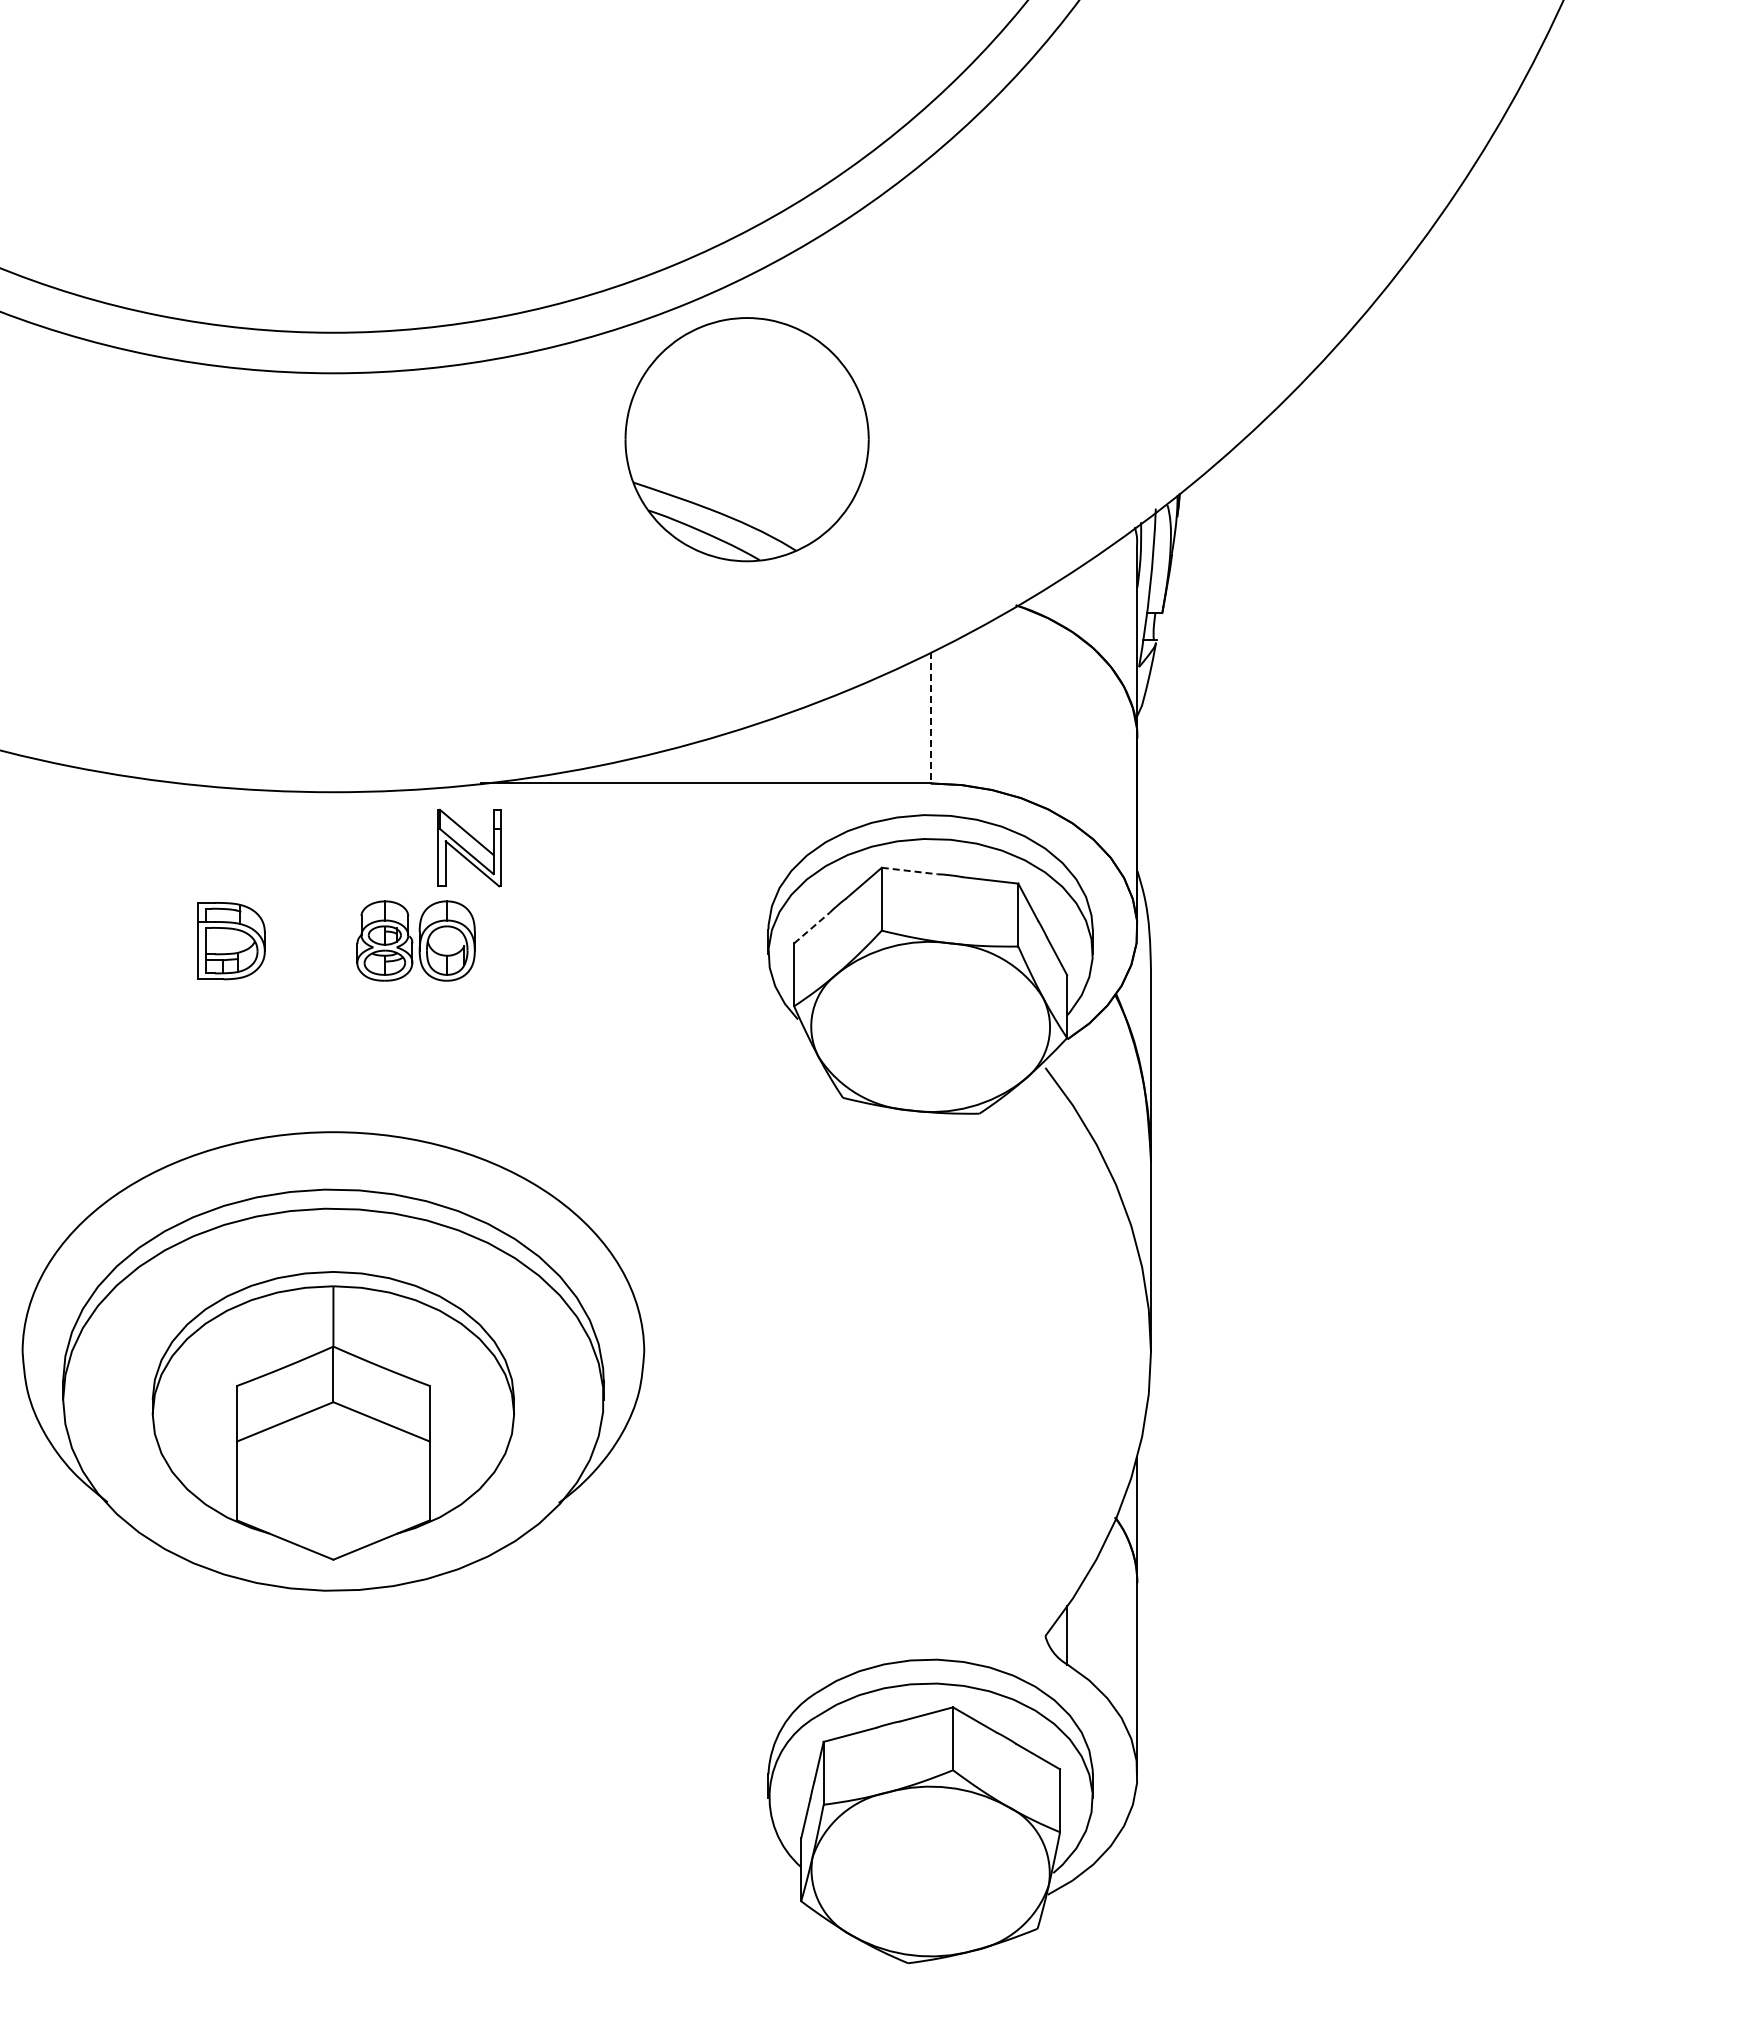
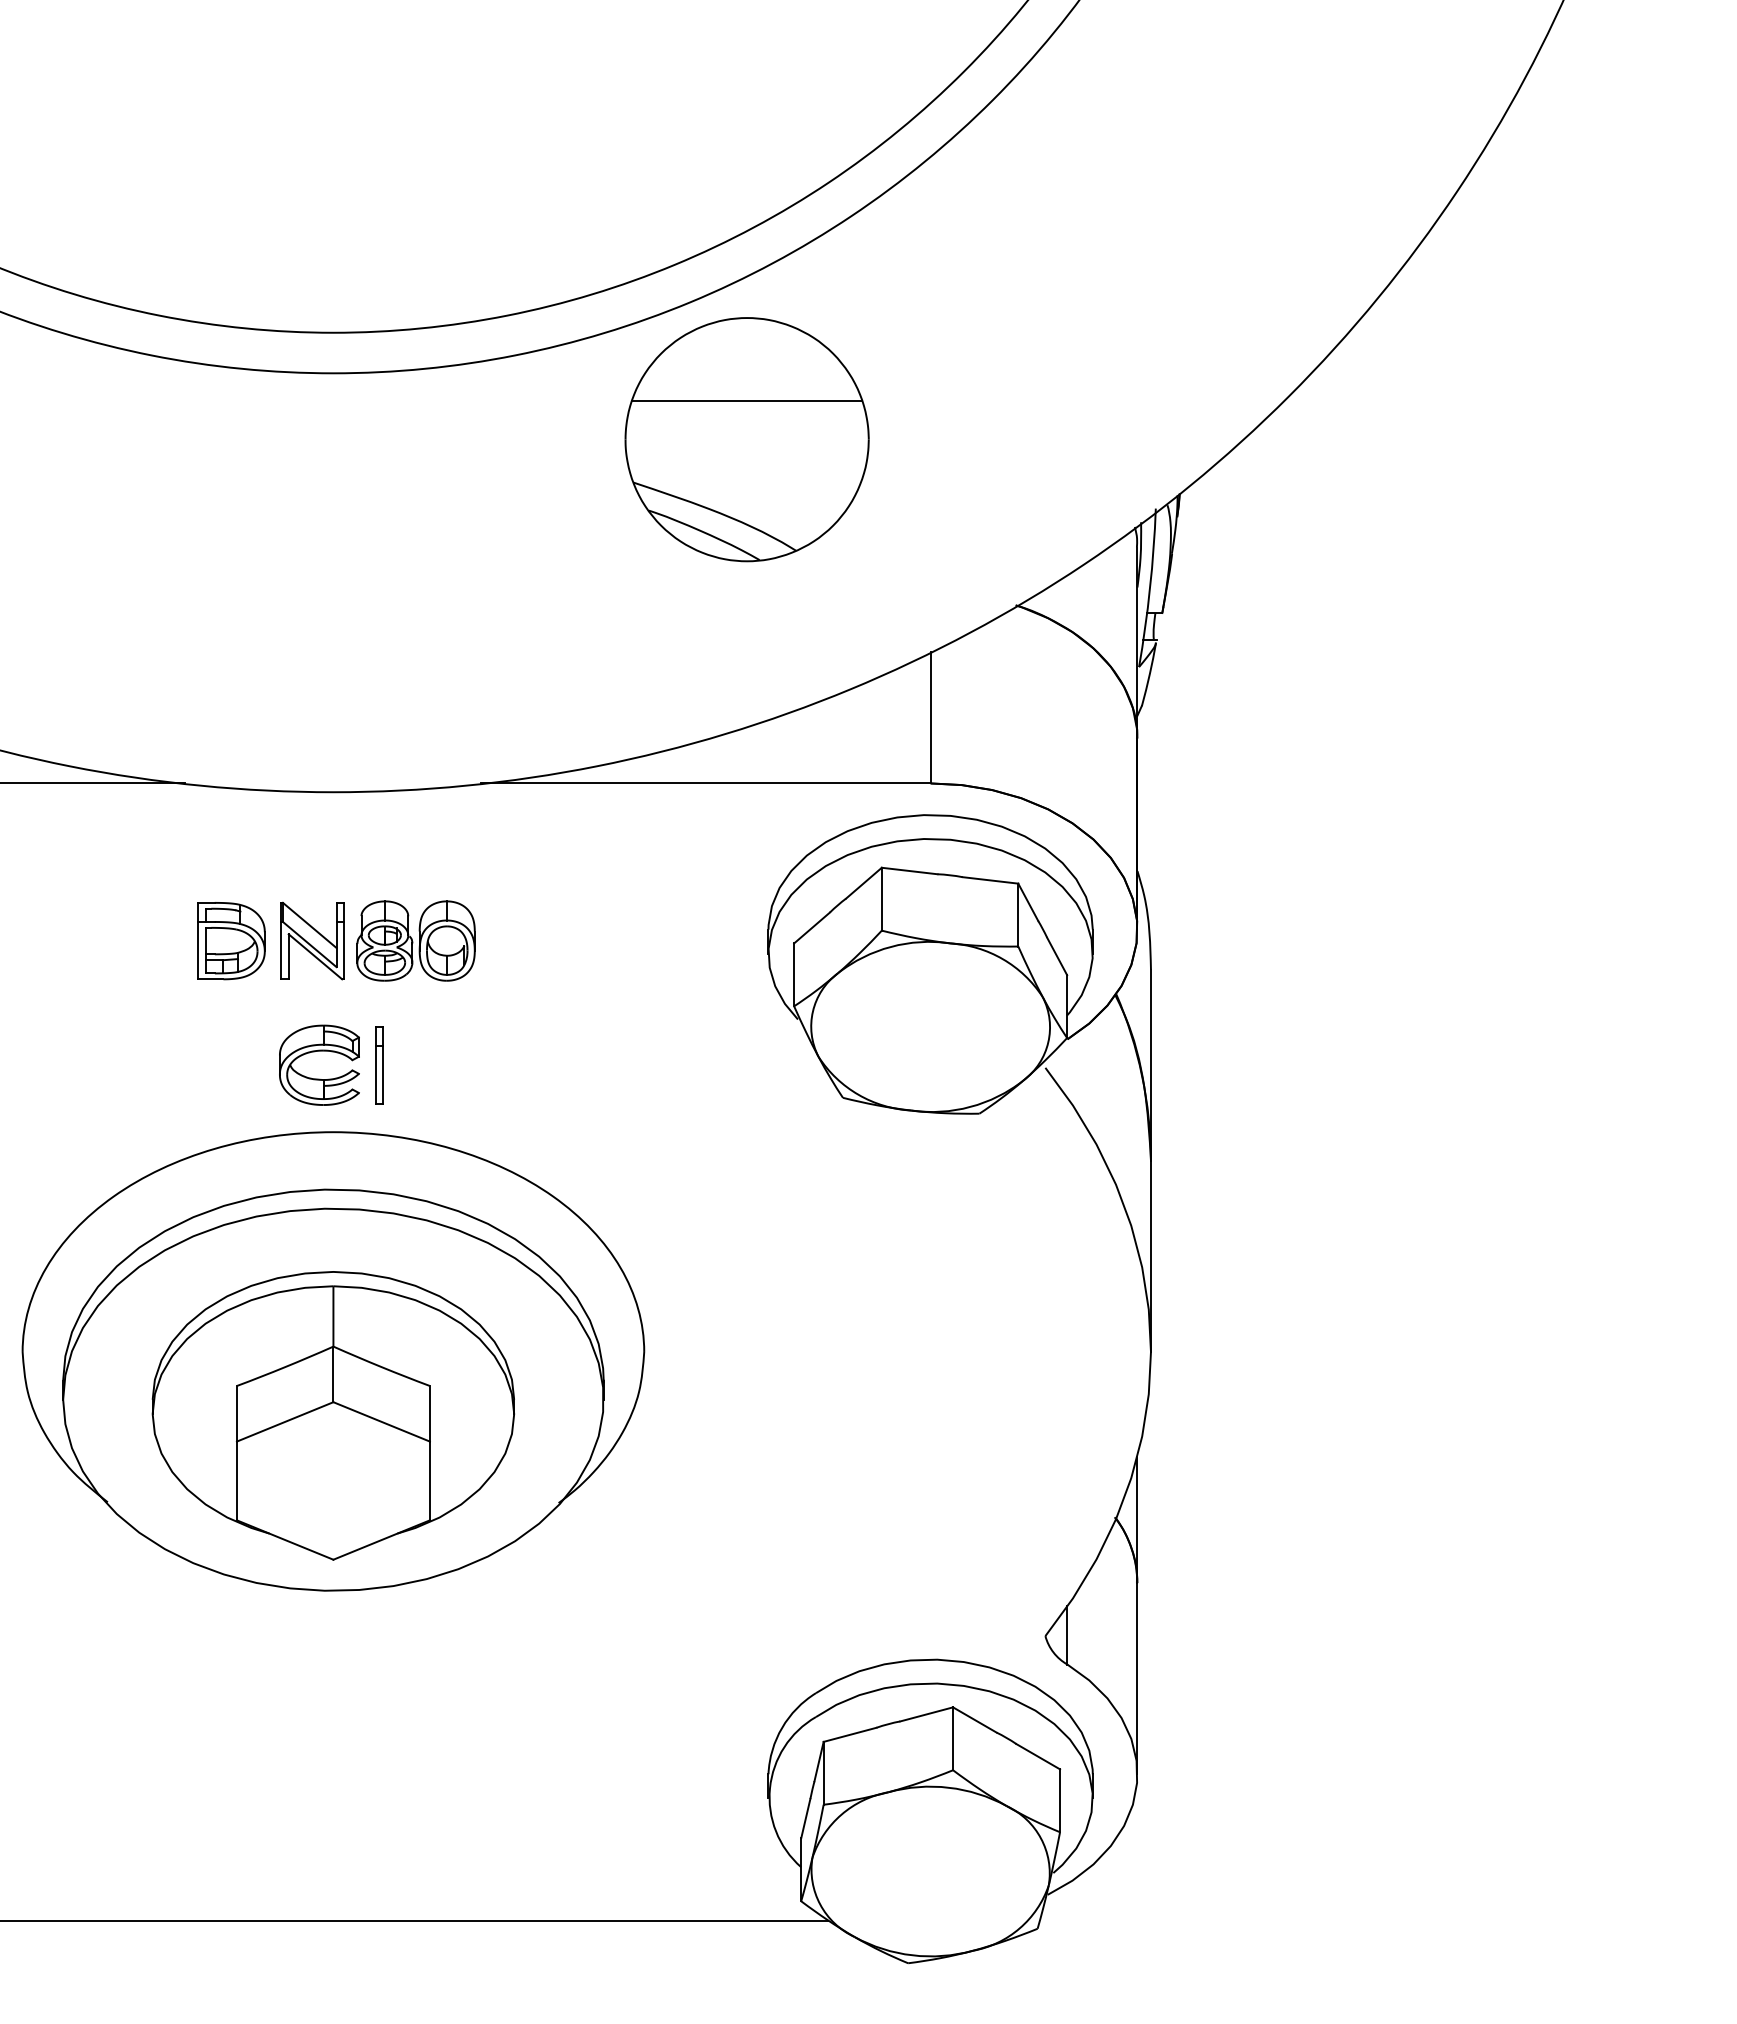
line at (746, 401): none -> present
line at (930, 717): dashed -> solid
line at (93, 783): none -> present
part at (469, 847) position: (469, 847) -> (312, 940)
line at (910, 871): dashed -> solid
line at (812, 928): dashed -> solid
part at (319, 1051): none -> present
part at (379, 1065): none -> present
line at (415, 1920): none -> present
